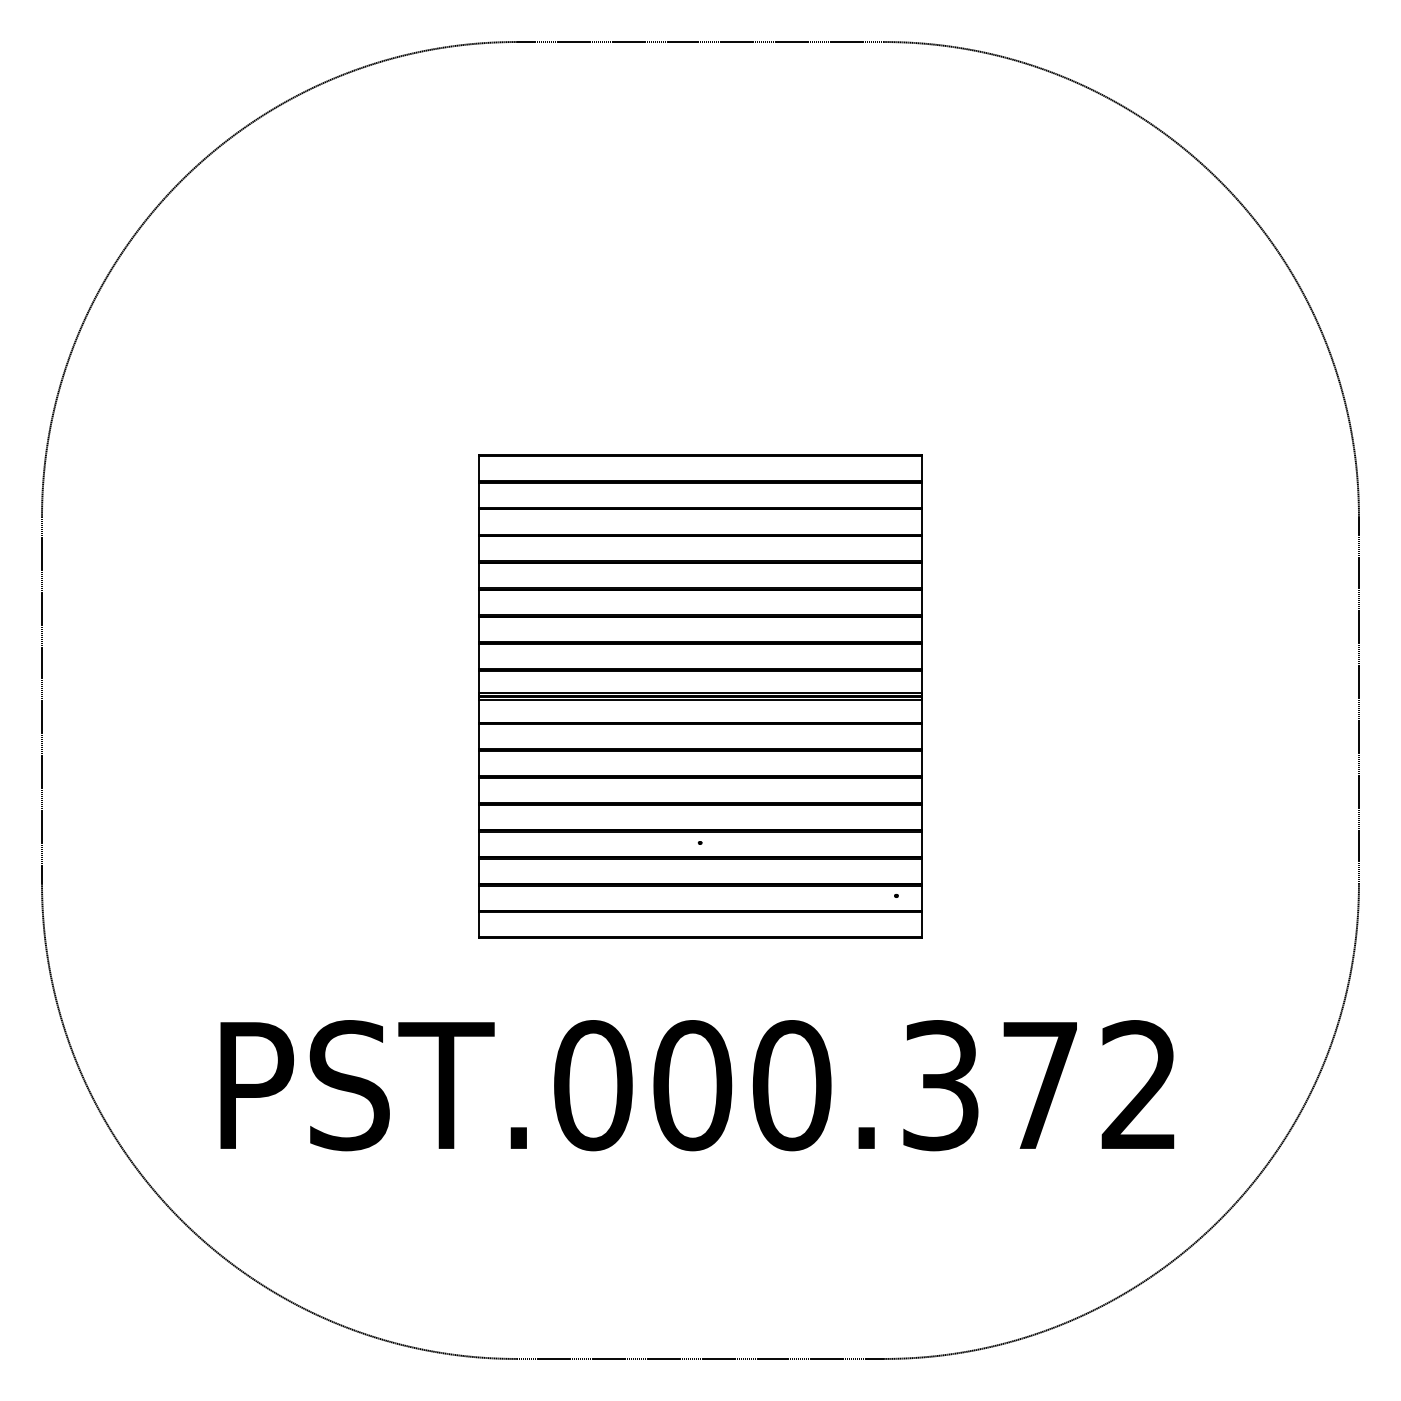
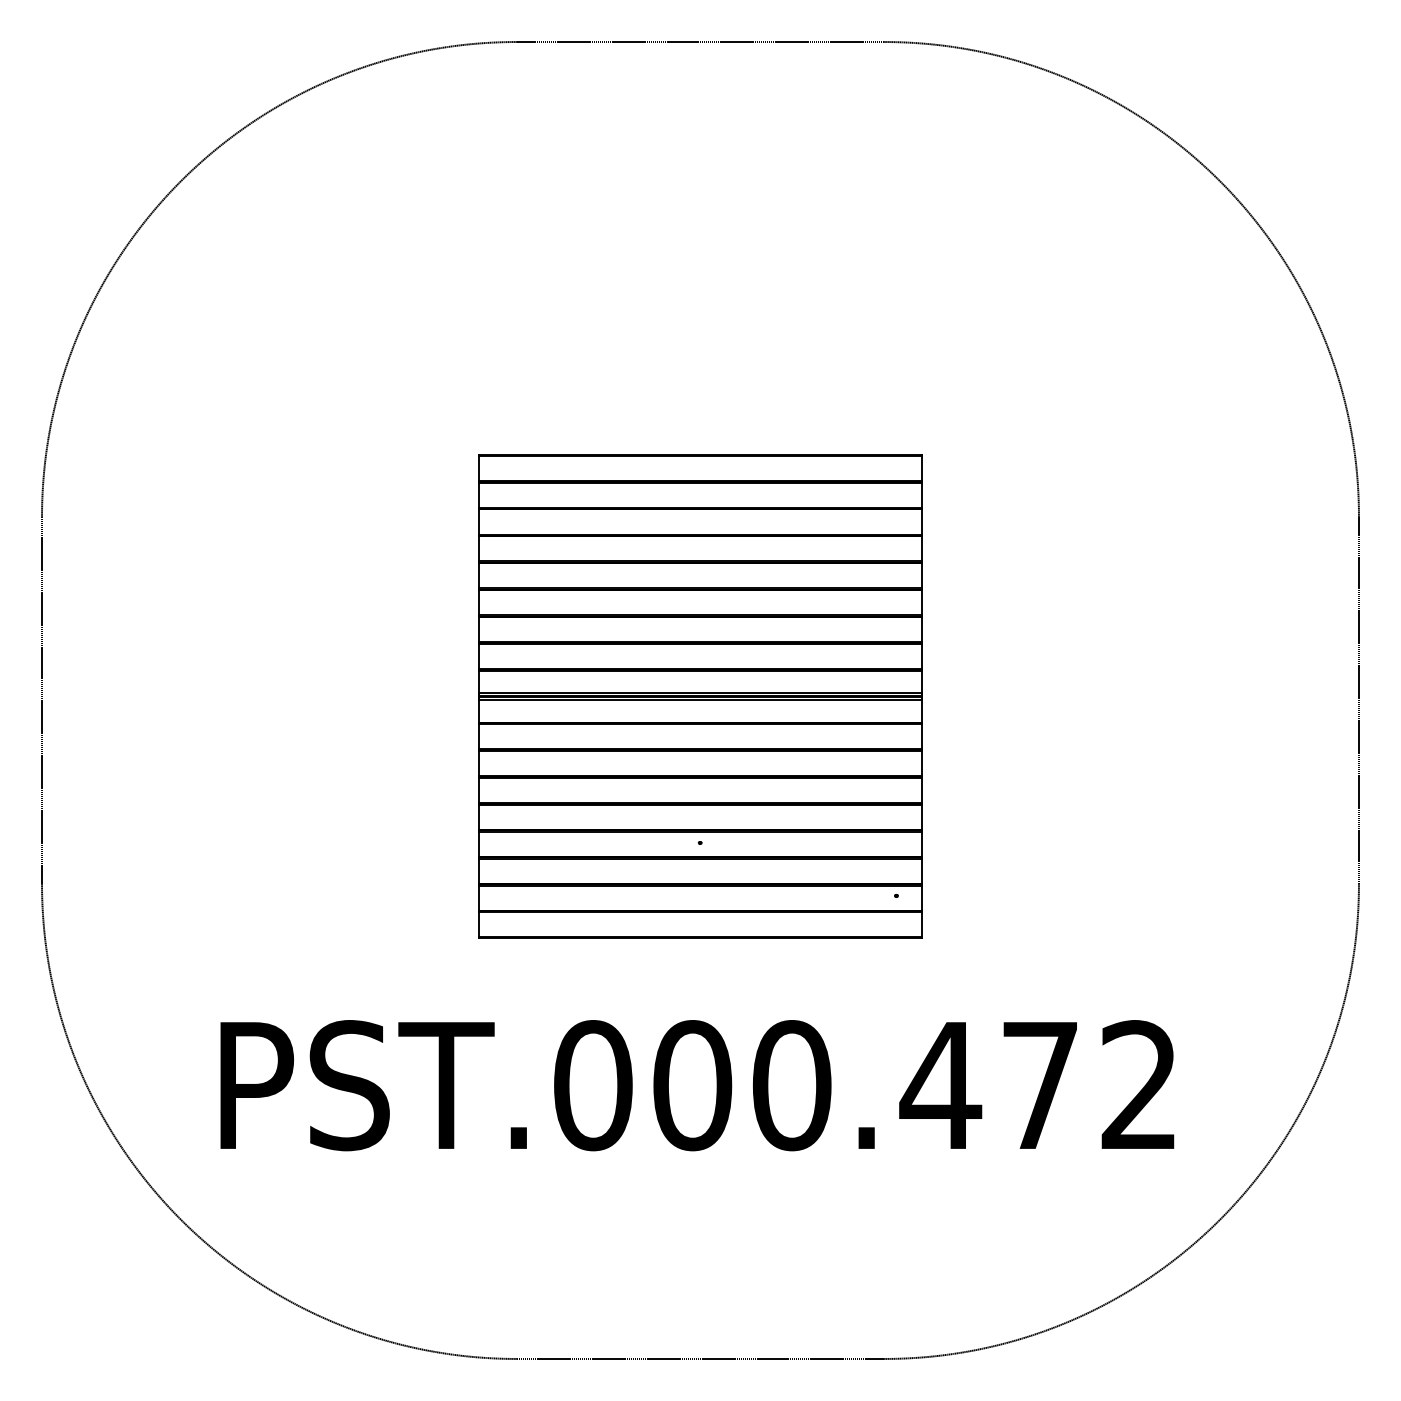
text at (940, 1085): PST.000.372 -> PST.000.472
